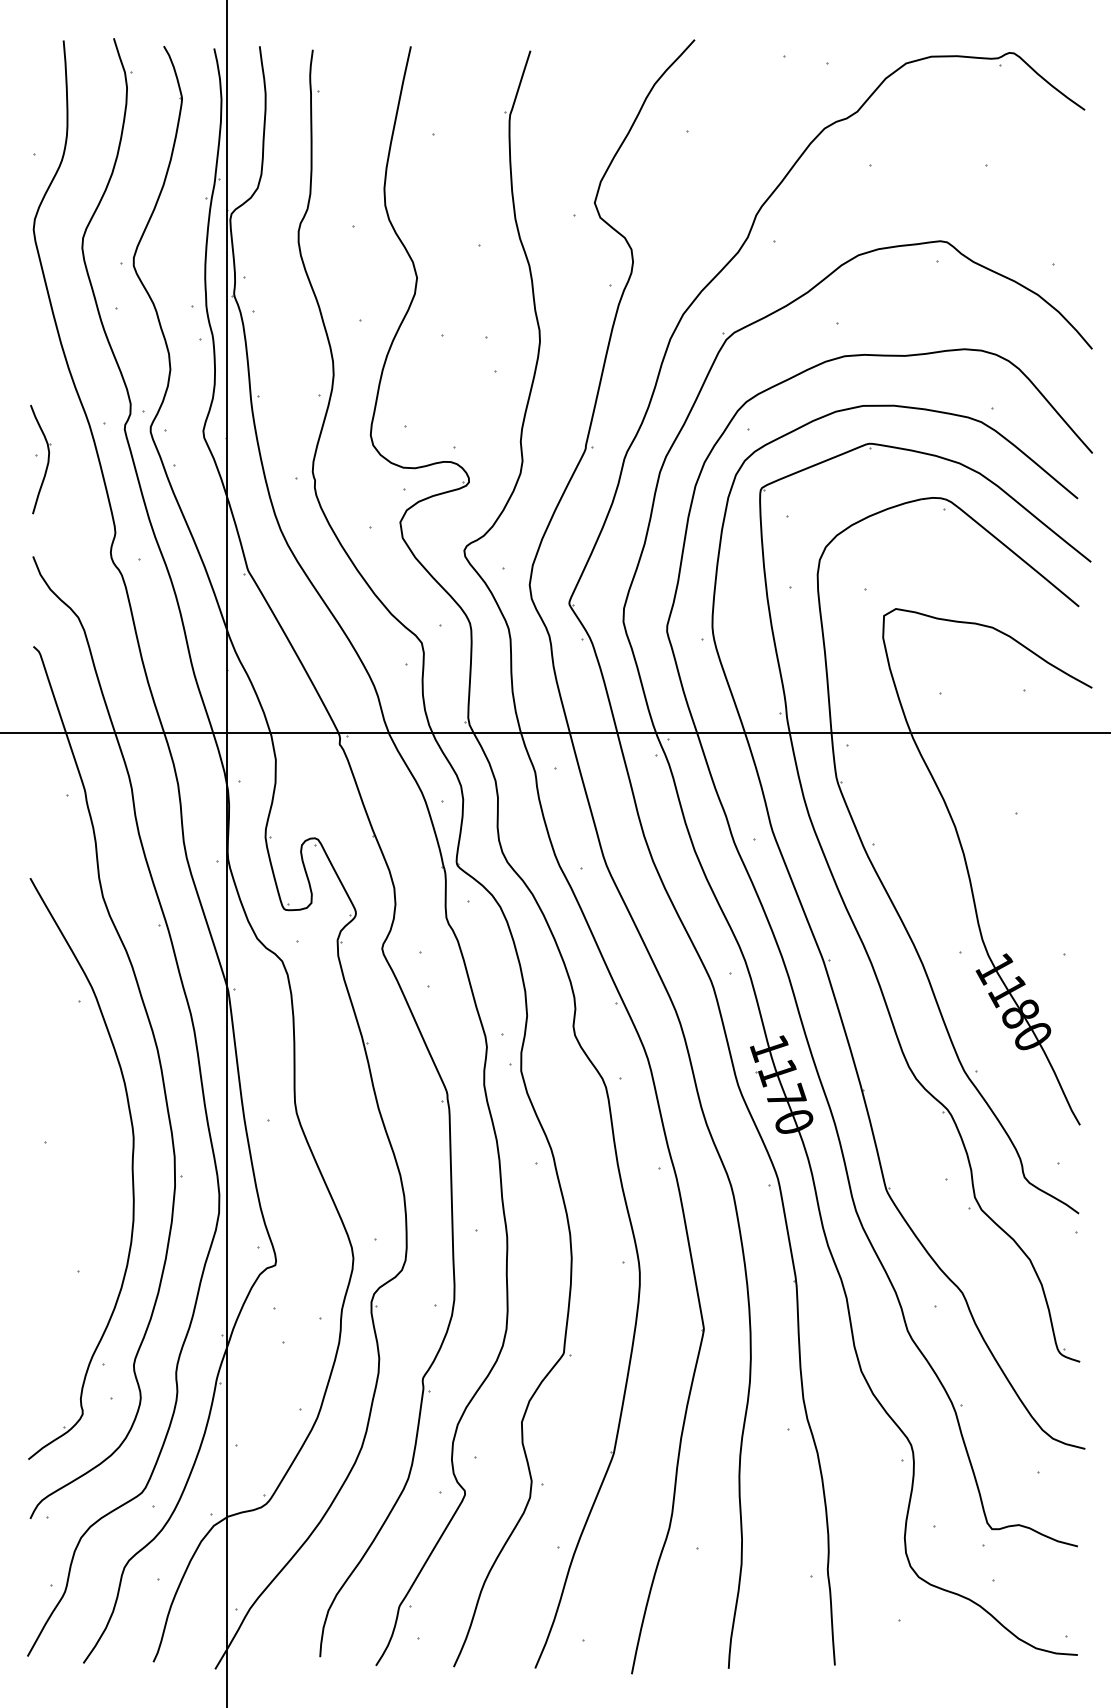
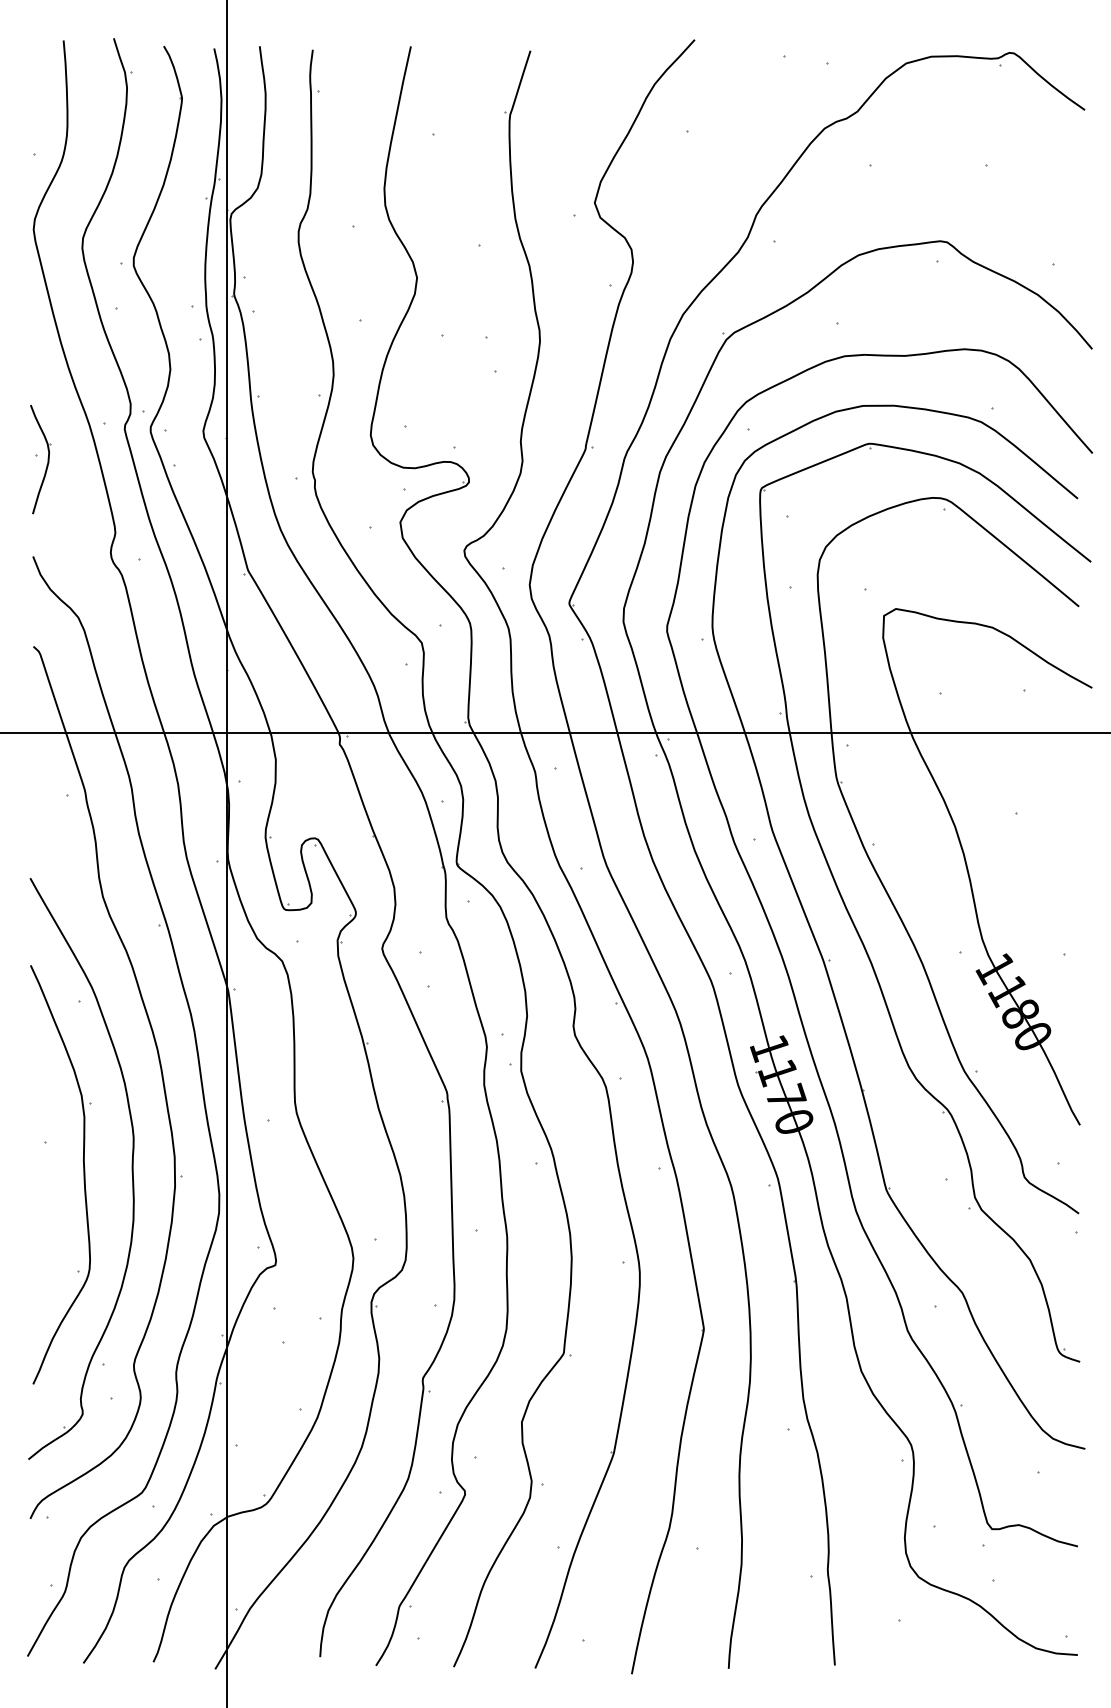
part at (83, 1174): none -> present
